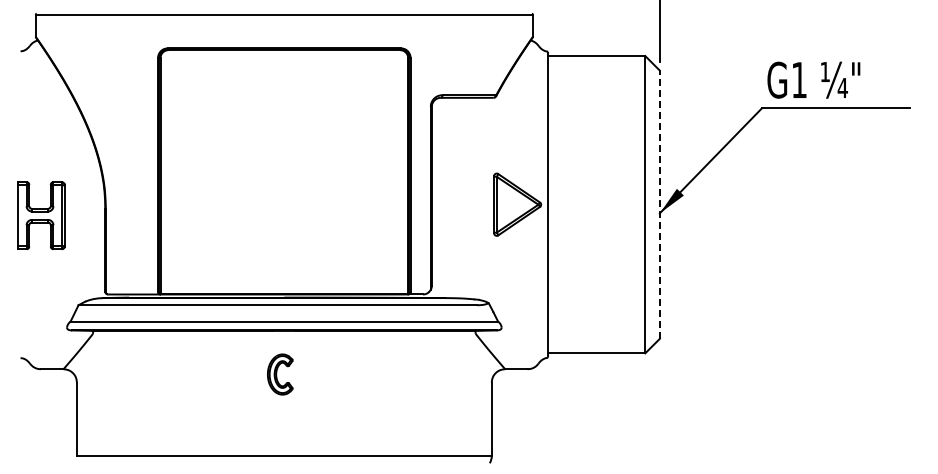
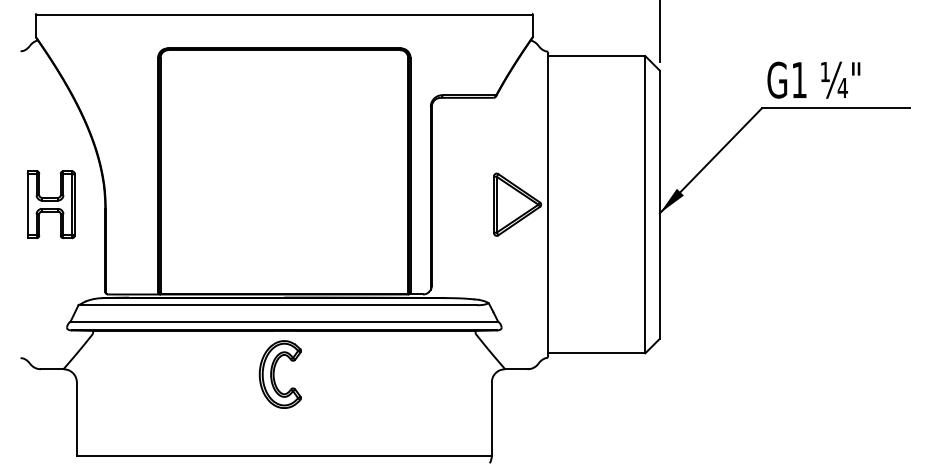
line at (659, 204): dashed -> solid
part at (41, 215) position: (41, 215) -> (51, 204)
part at (280, 374) size: 27x43 px -> 44x69 px
